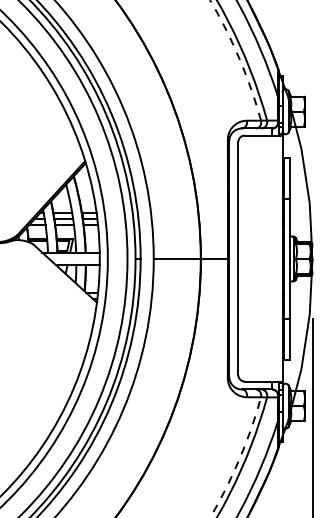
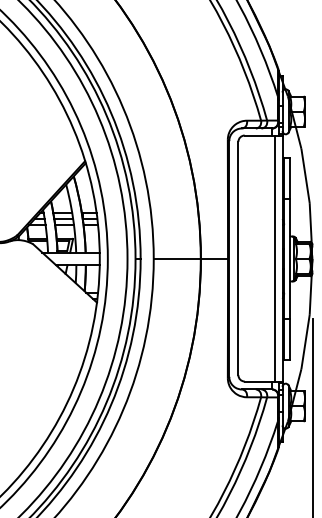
arc at (239, 58): dashed -> solid
line at (274, 258): none -> present
arc at (239, 458): dashed -> solid
